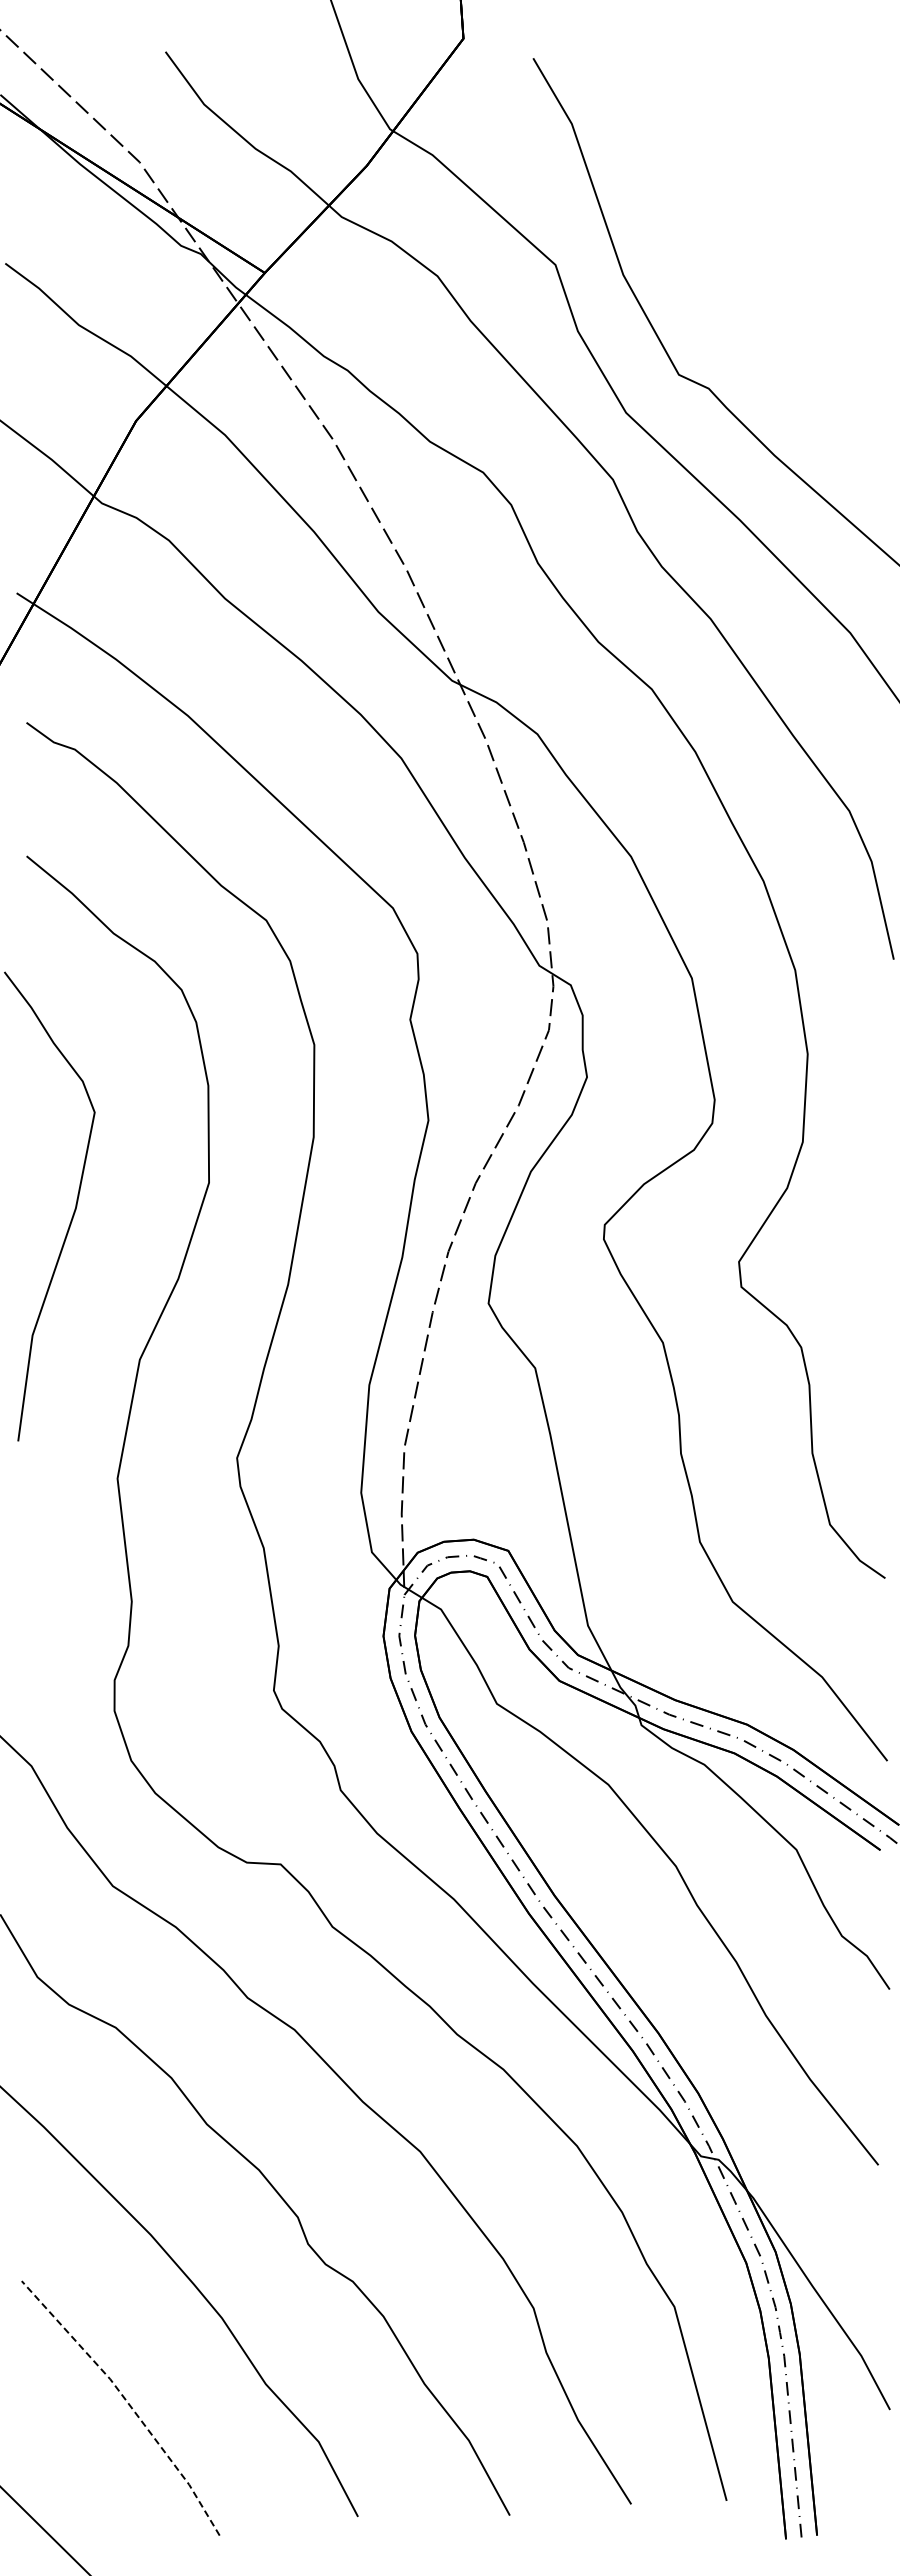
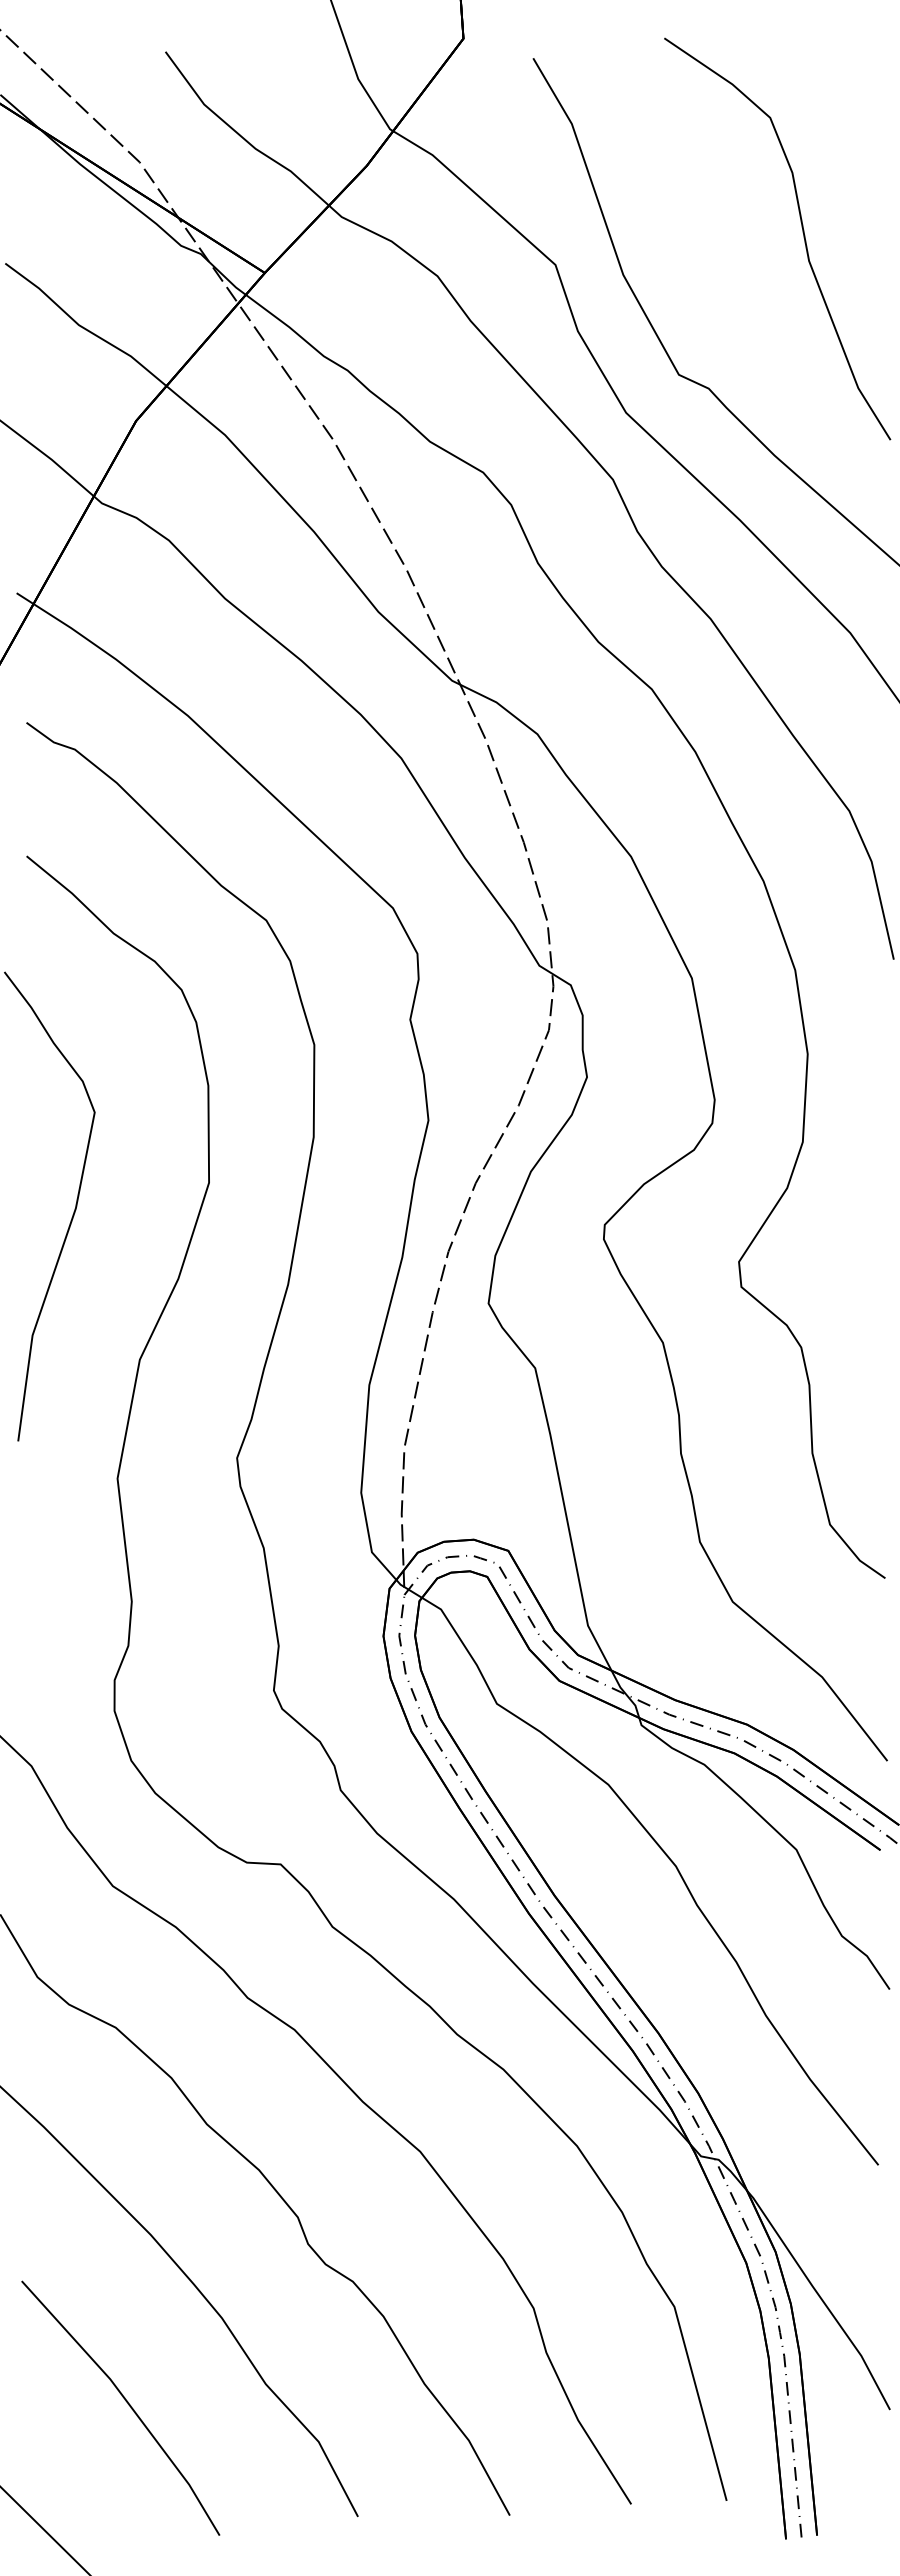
curve at (802, 232): none -> present
line at (127, 2402): dashed -> solid
